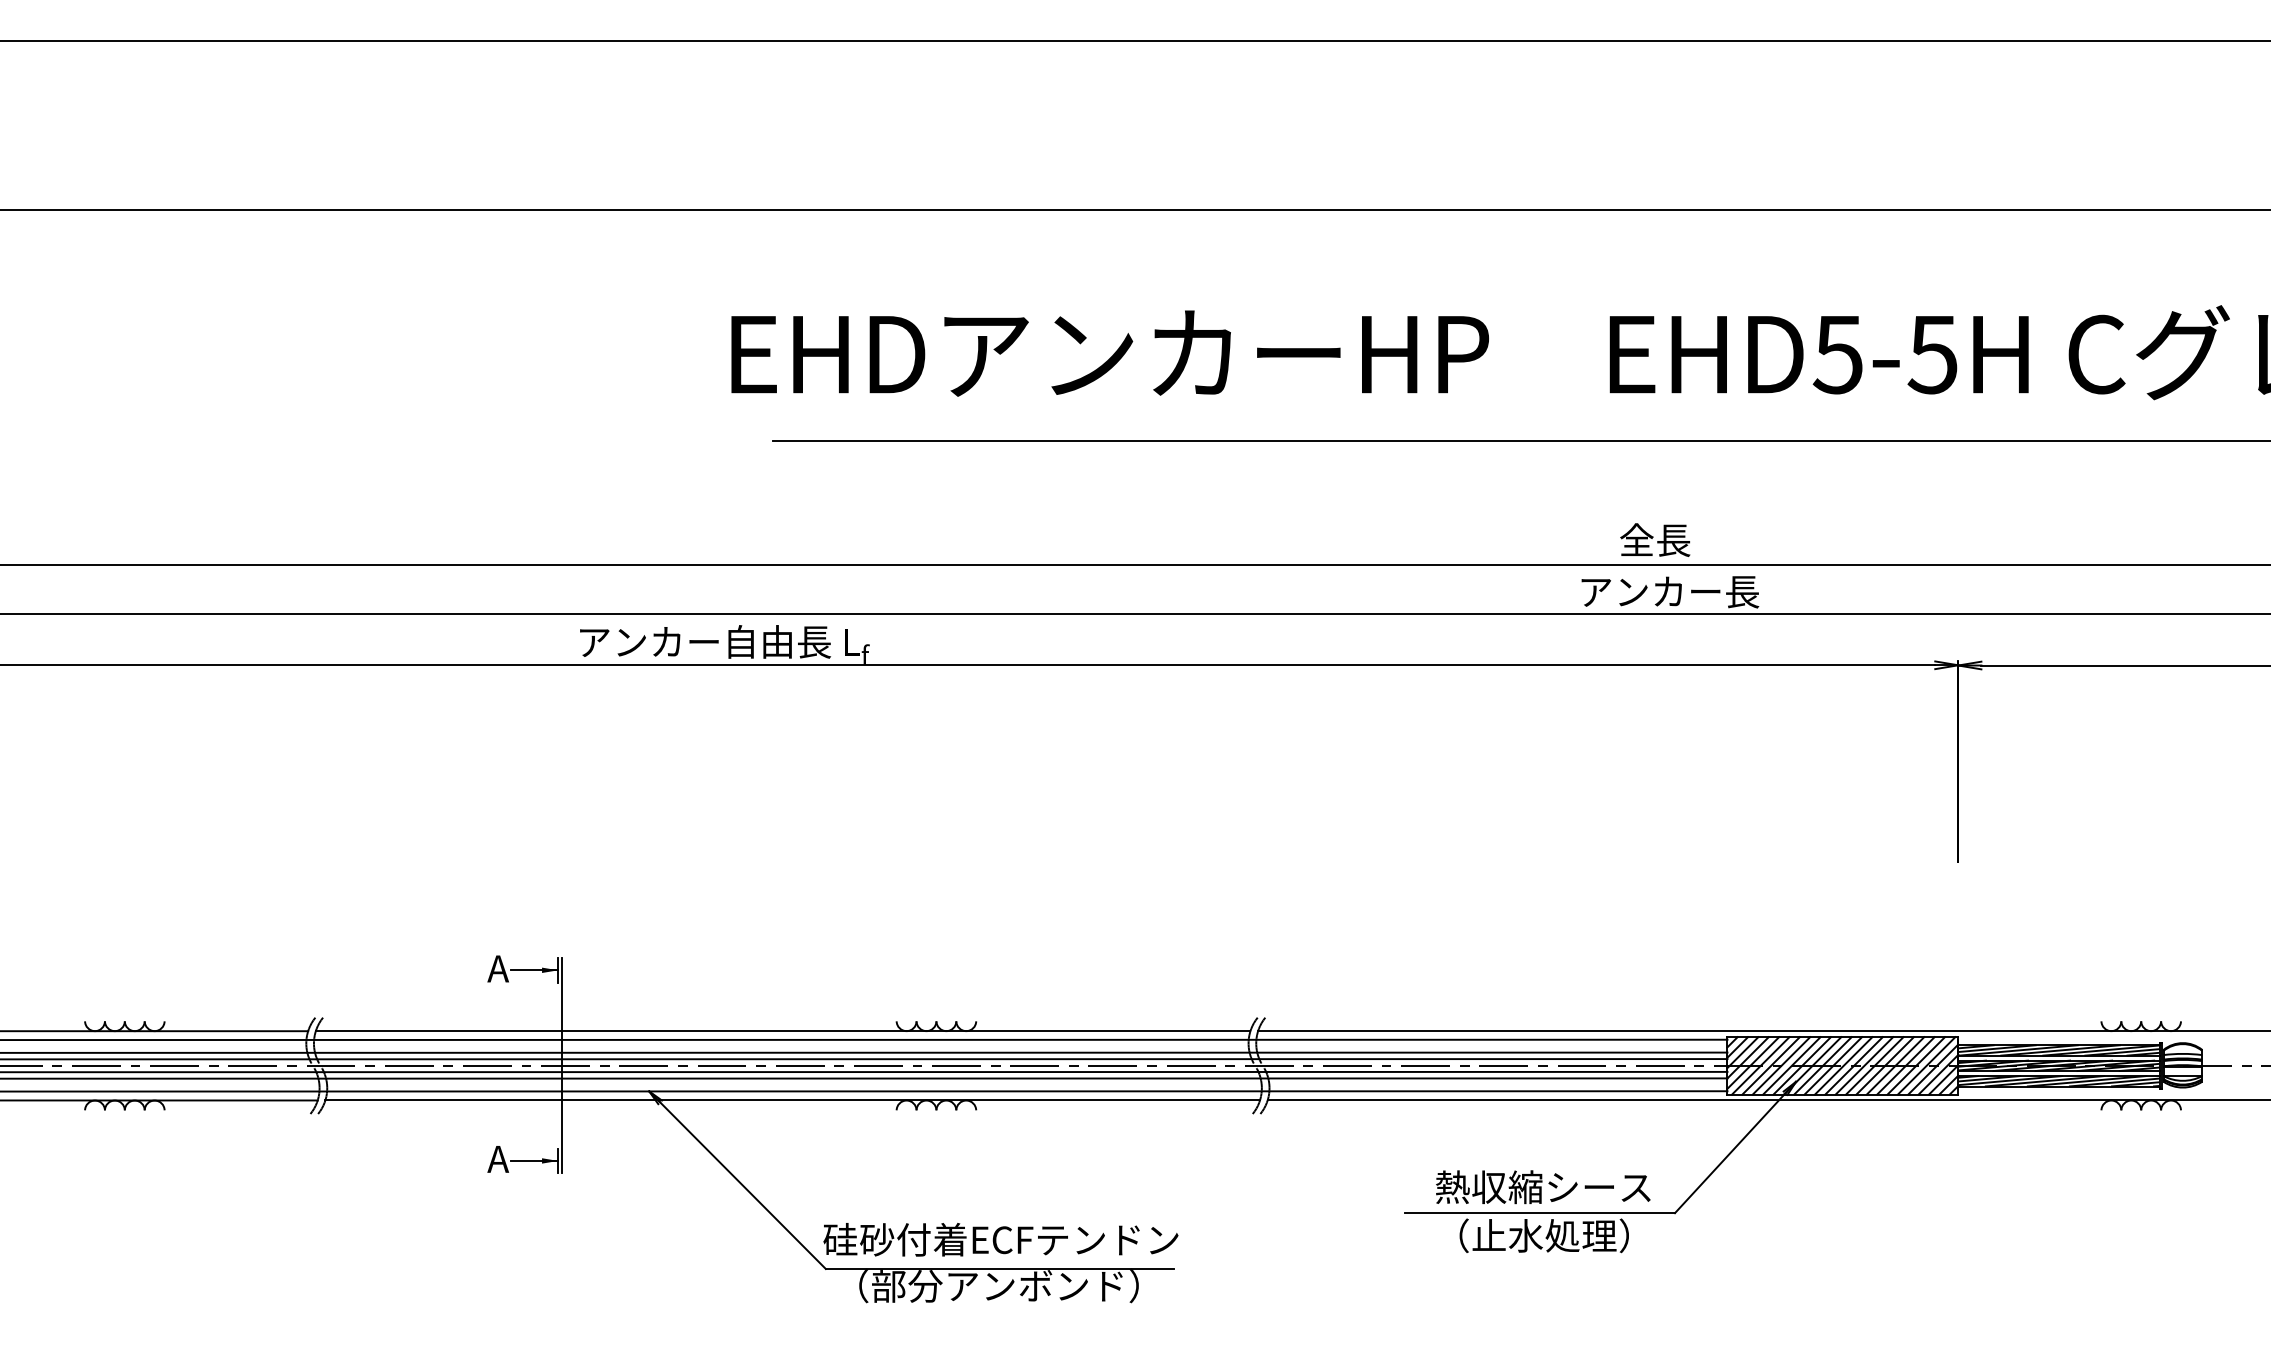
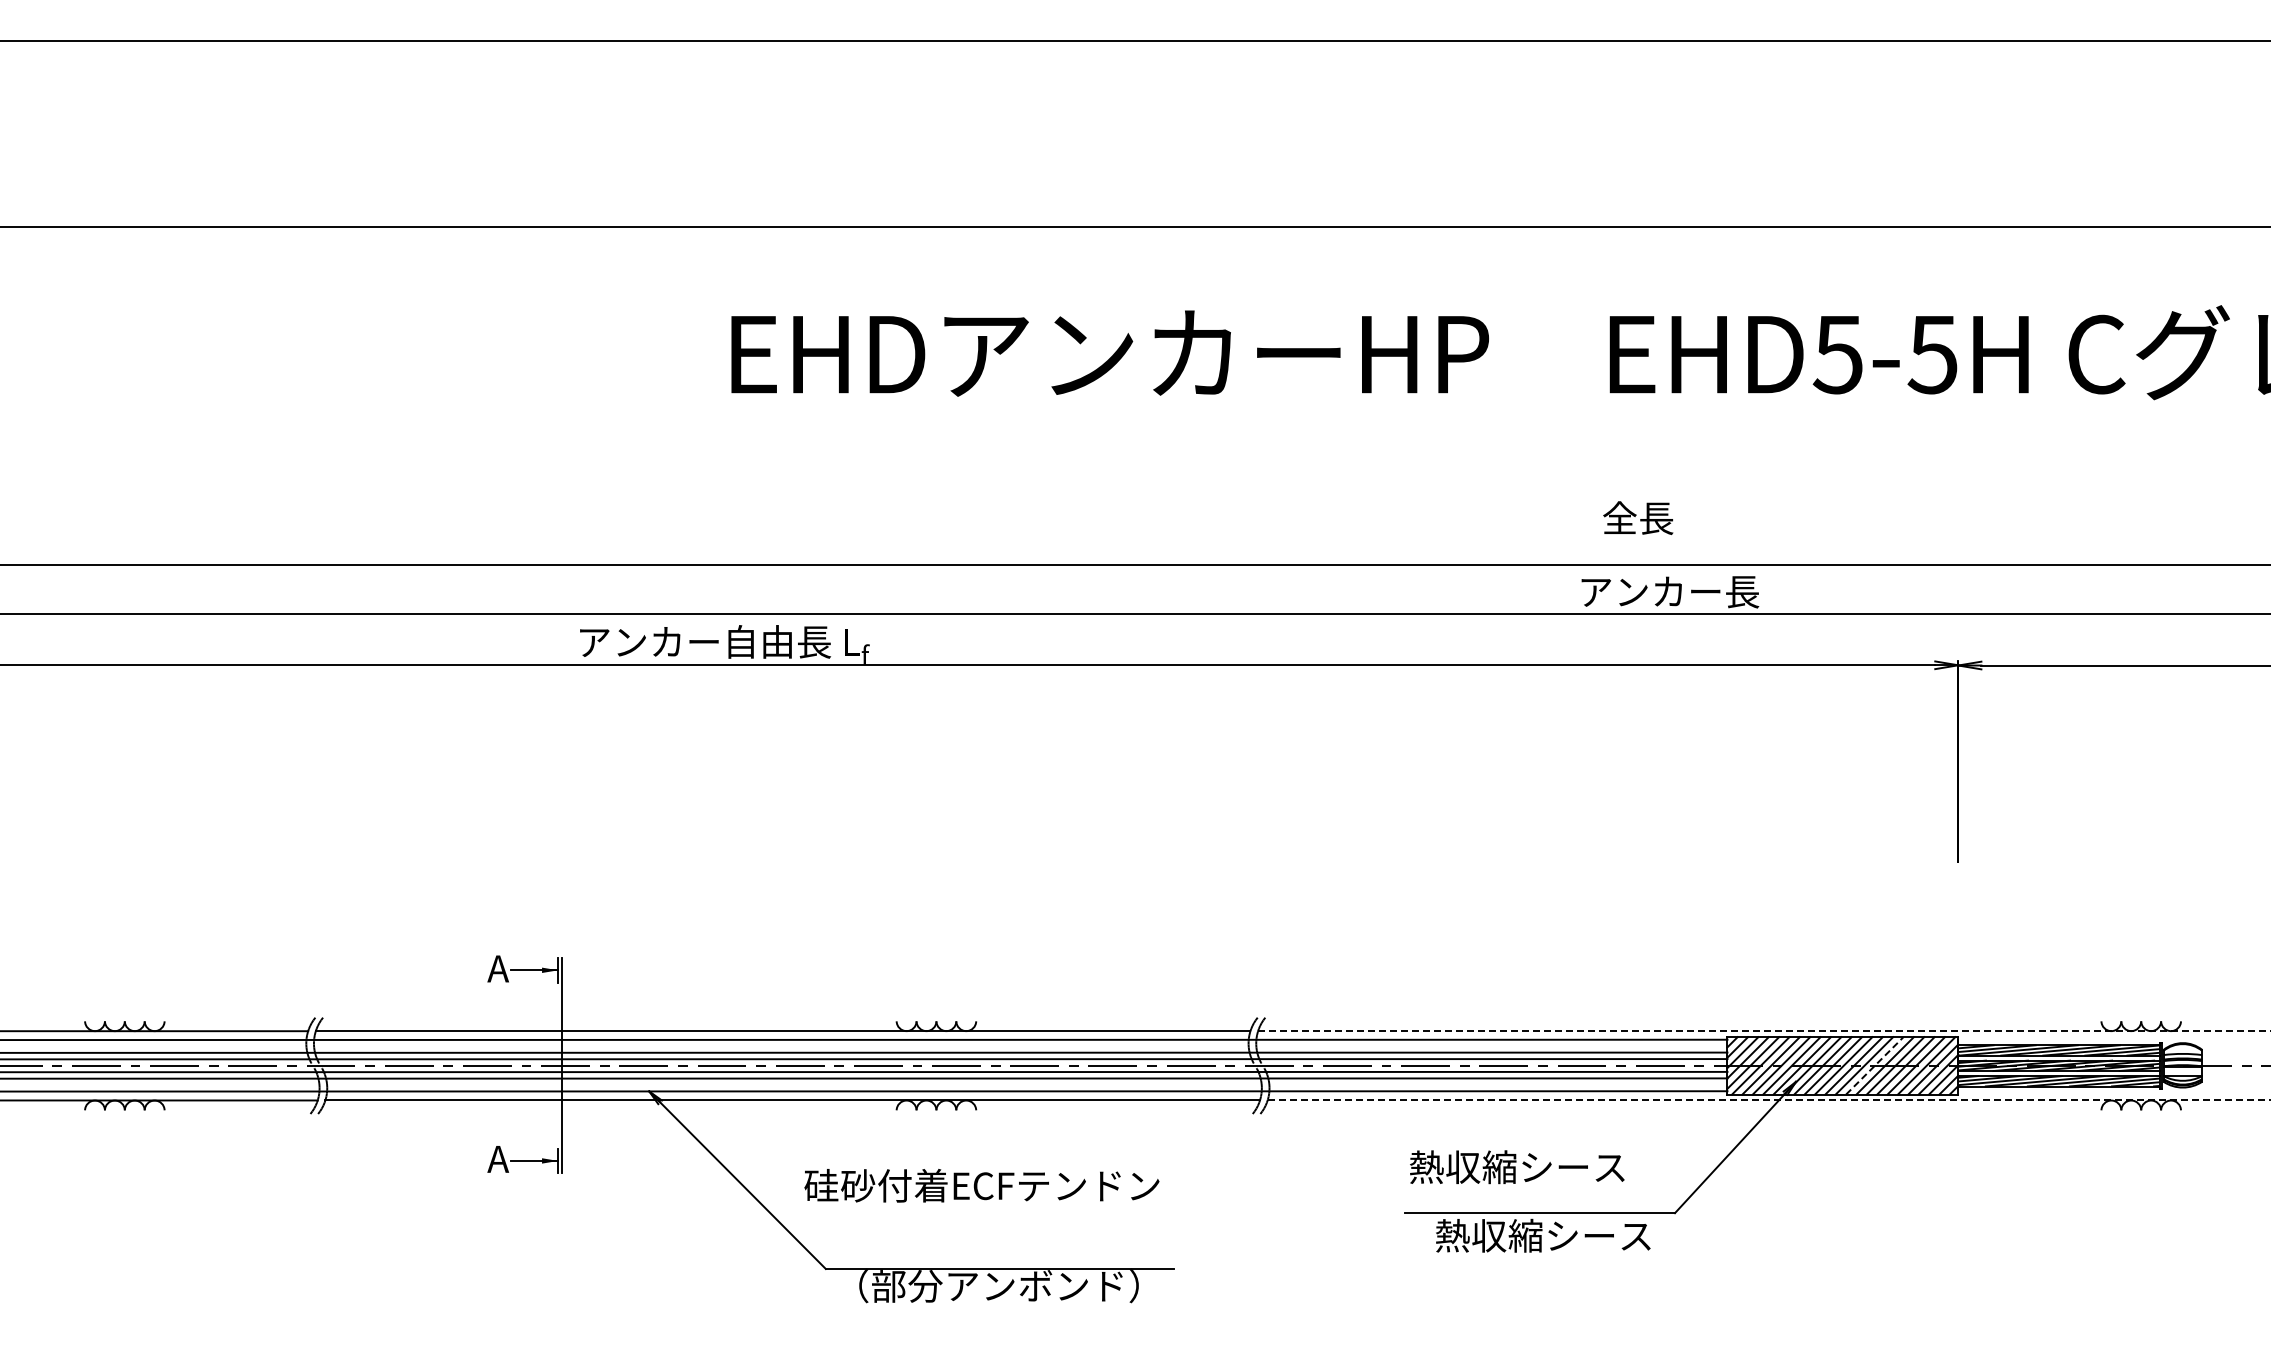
line at (1134, 210) position: (1134, 210) -> (1134, 227)
line at (1519, 440): present -> none
text at (1655, 539) position: (1655, 539) -> (1638, 517)
line at (1764, 1031): solid -> dashed
line at (1874, 1065): solid -> dashed
line at (1769, 1100): solid -> dashed
text at (1543, 1187) position: (1543, 1187) -> (1517, 1167)
text at (1543, 1235): （止水処理） -> 熱収縮シース
text at (1000, 1239) position: (1000, 1239) -> (981, 1185)
